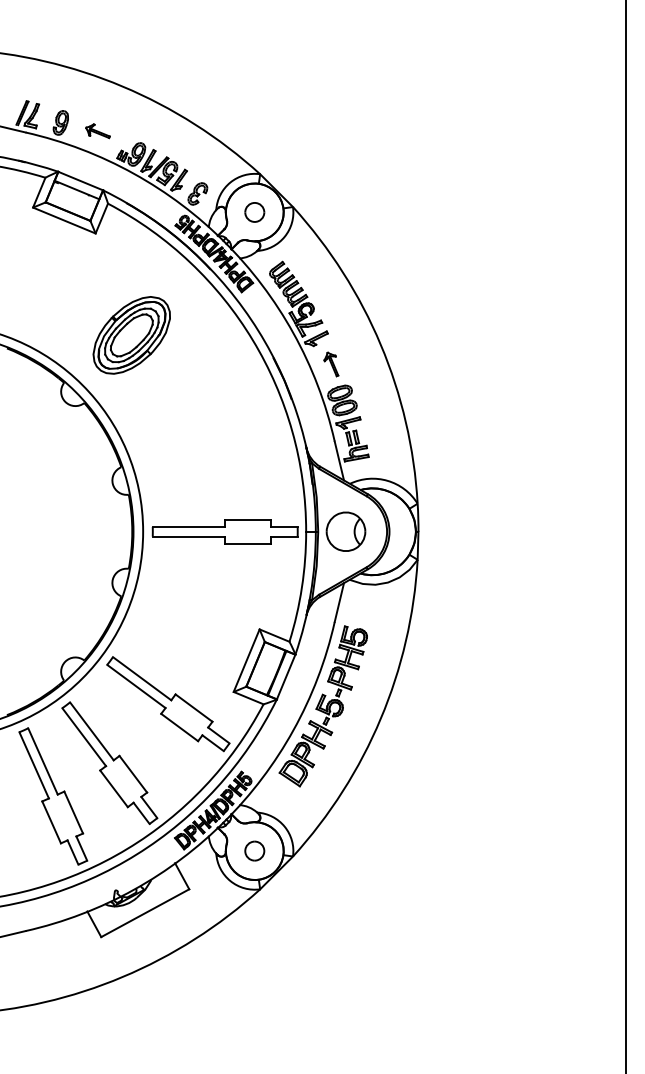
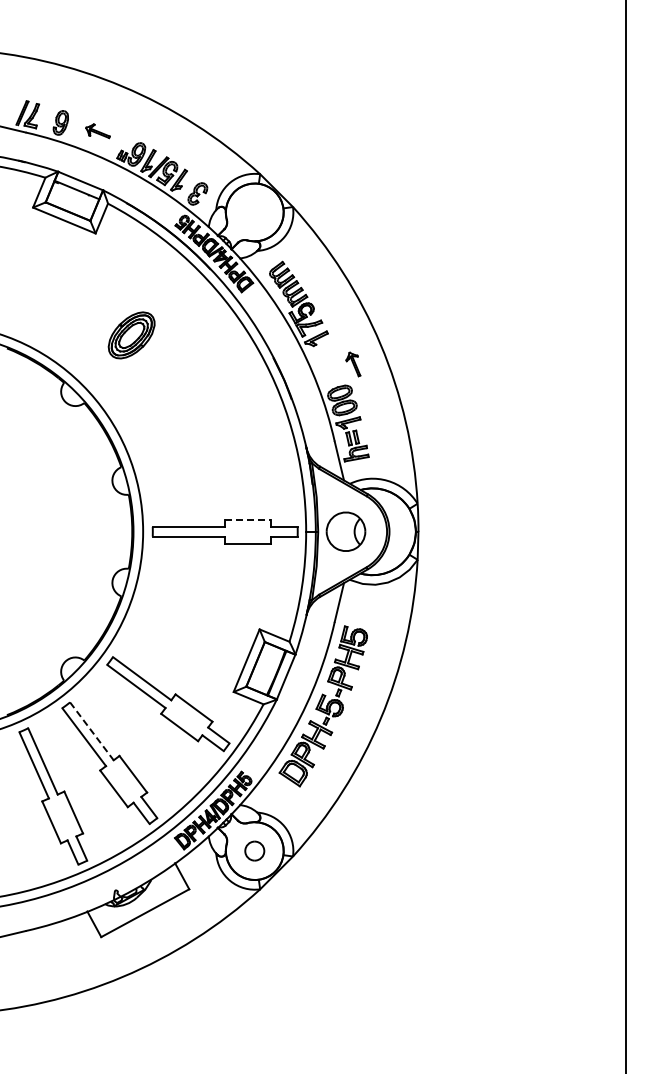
part at (254, 212): present -> none
part at (131, 335) size: 79x79 px -> 49x49 px
part at (331, 364) position: (331, 364) -> (353, 364)
line at (248, 519): solid -> dashed
line at (92, 731): solid -> dashed
